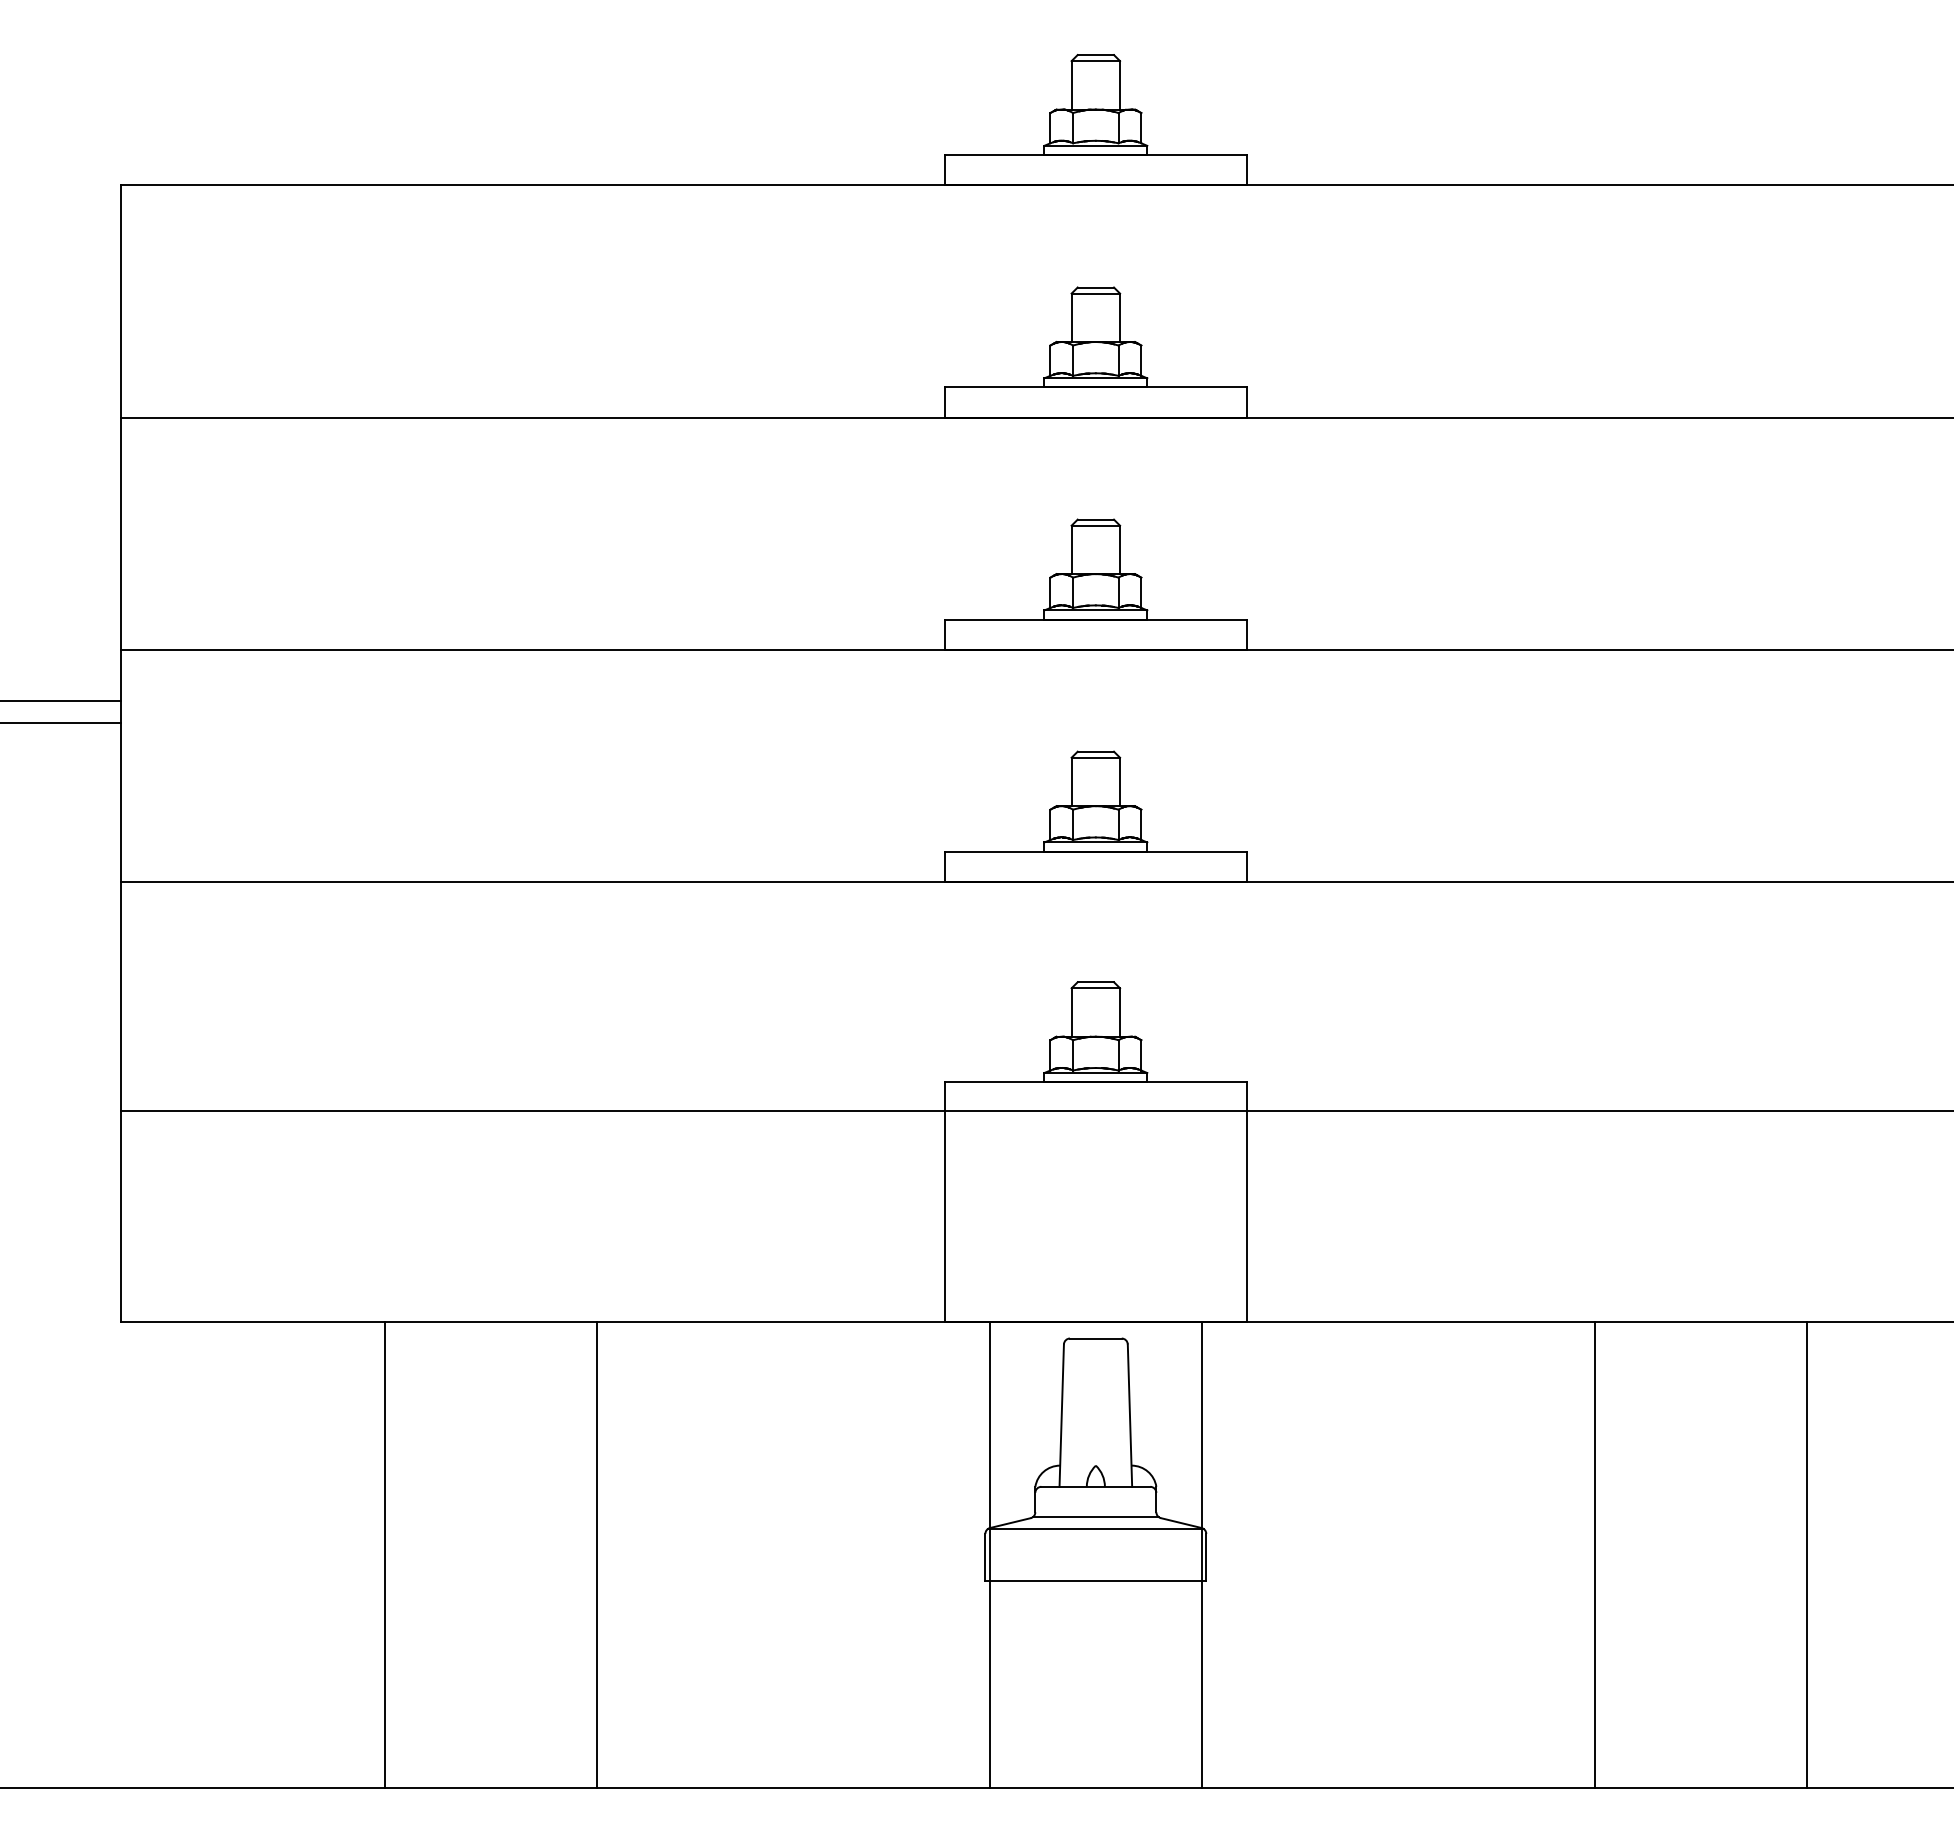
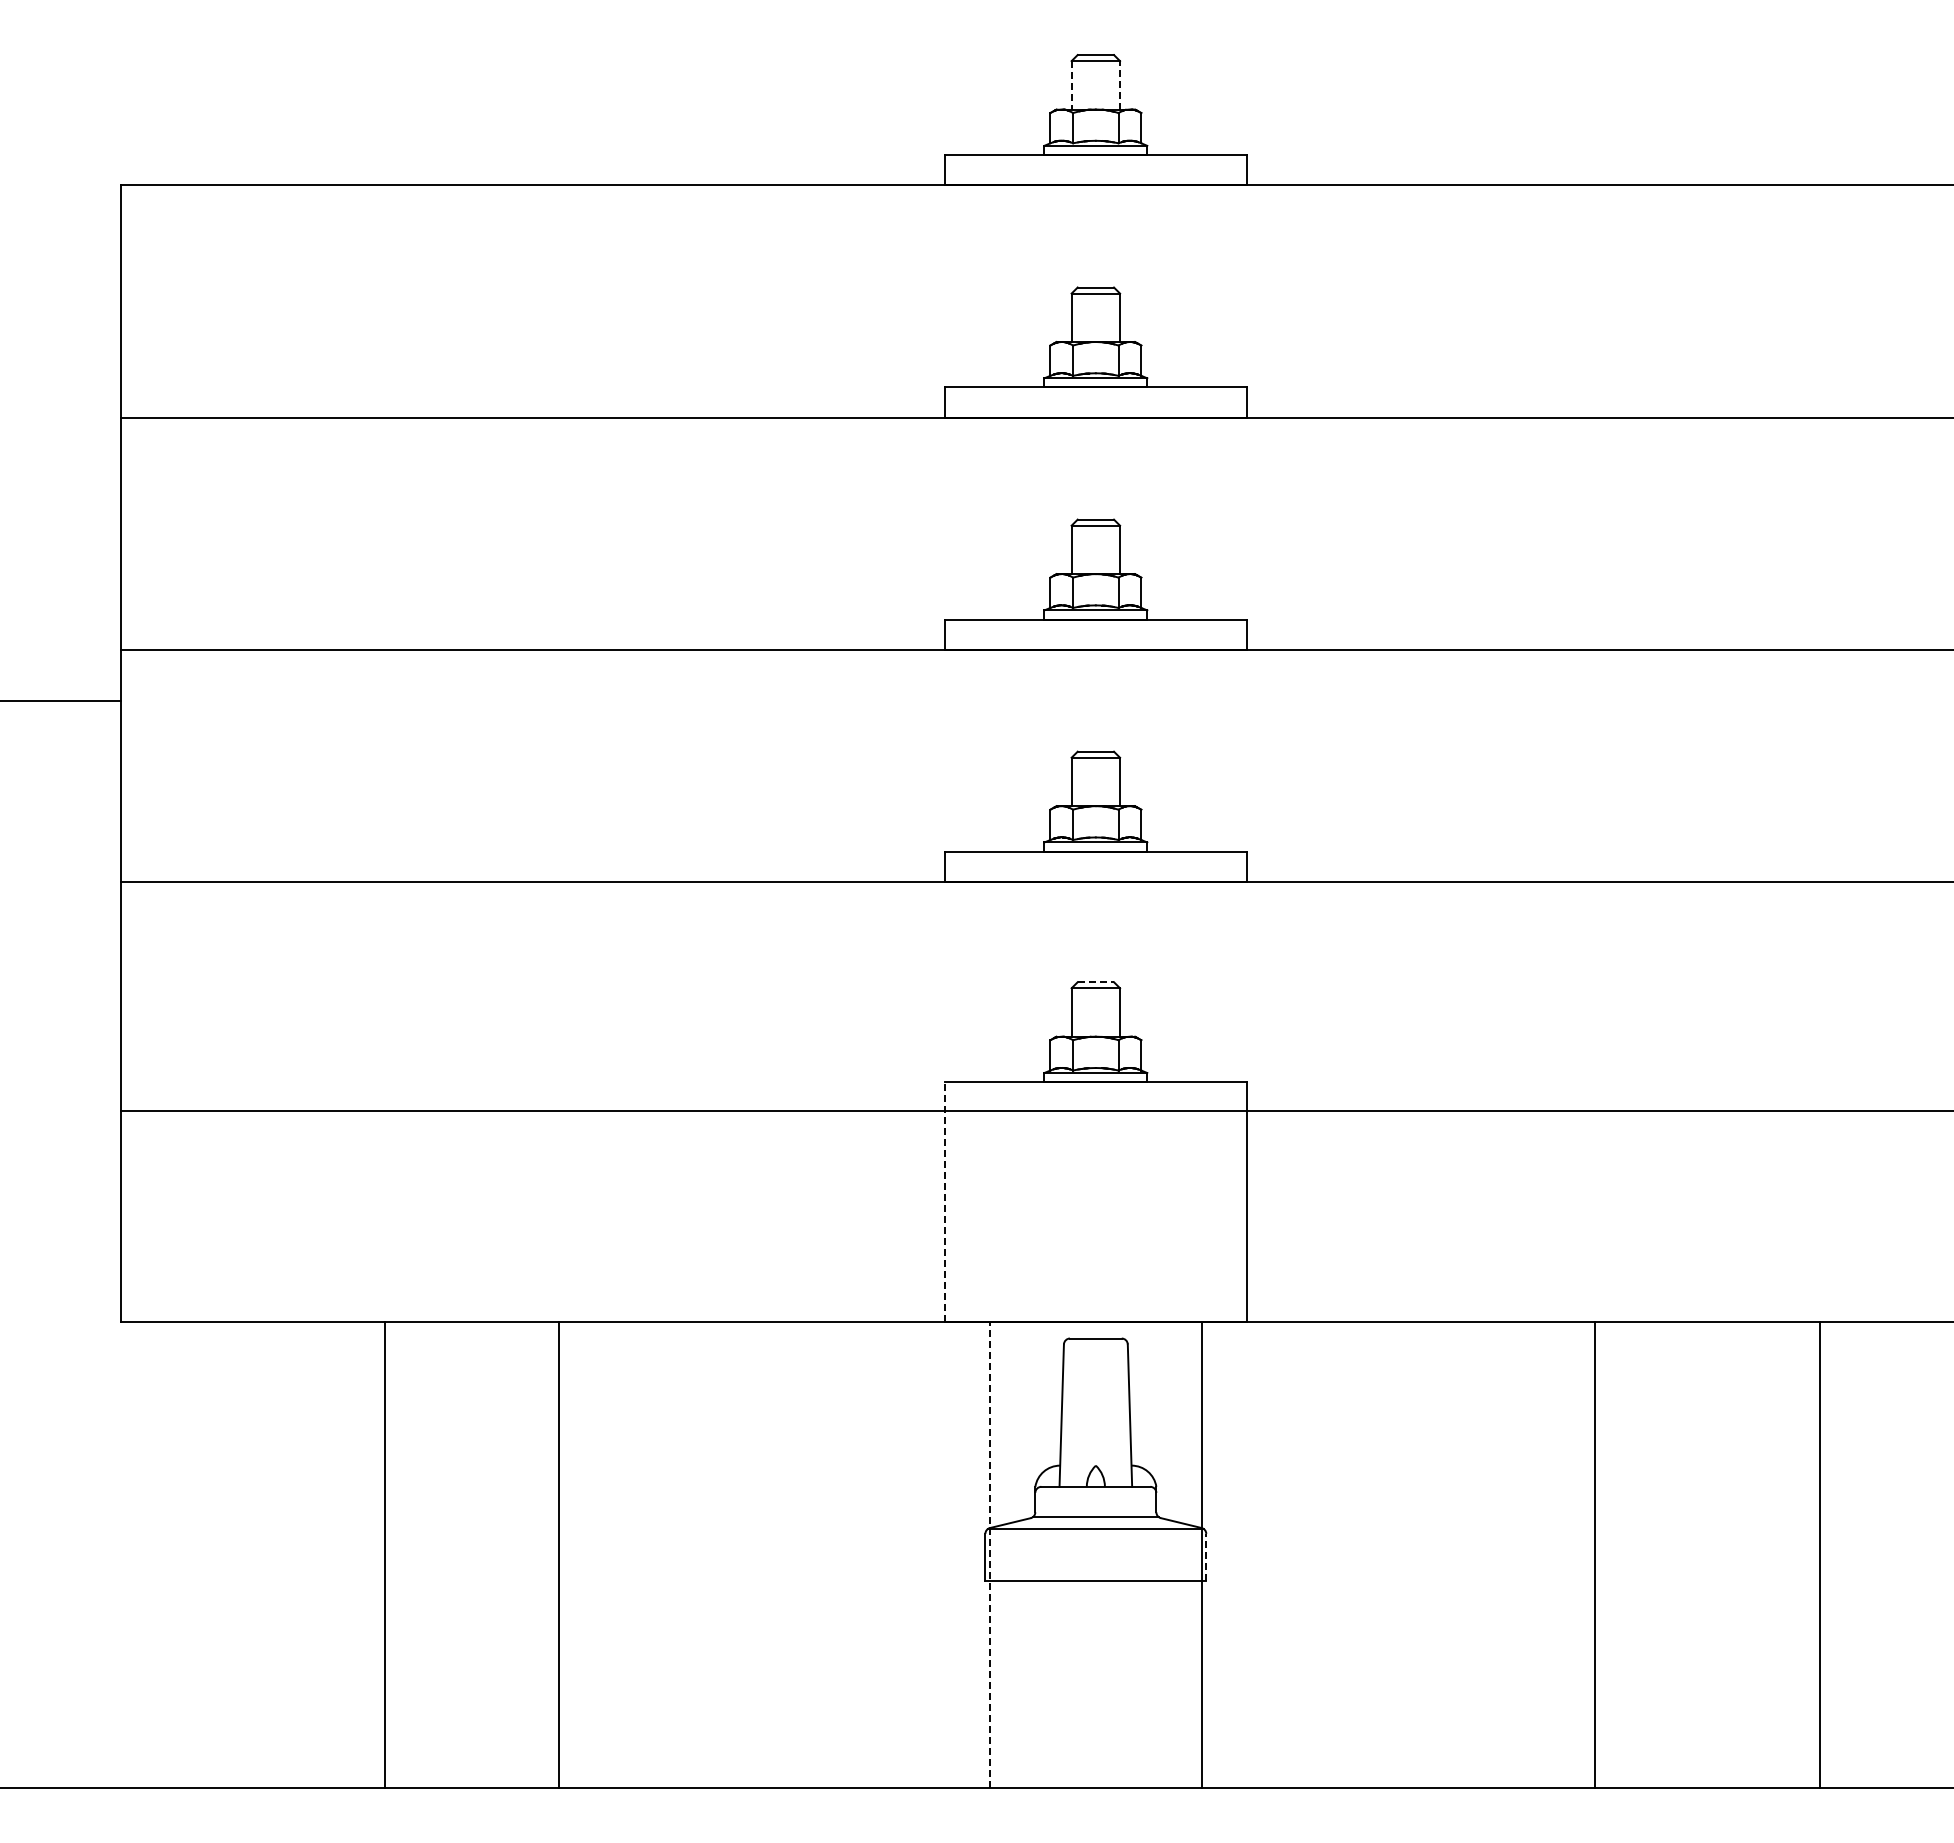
line at (1120, 84): solid -> dashed
line at (1071, 85): solid -> dashed
line at (61, 722): present -> none
line at (1096, 982): solid -> dashed
line at (944, 1201): solid -> dashed
line at (596, 1554) position: (596, 1554) -> (558, 1554)
line at (1807, 1554) position: (1807, 1554) -> (1820, 1554)
line at (989, 1555): solid -> dashed
line at (1206, 1556): solid -> dashed
